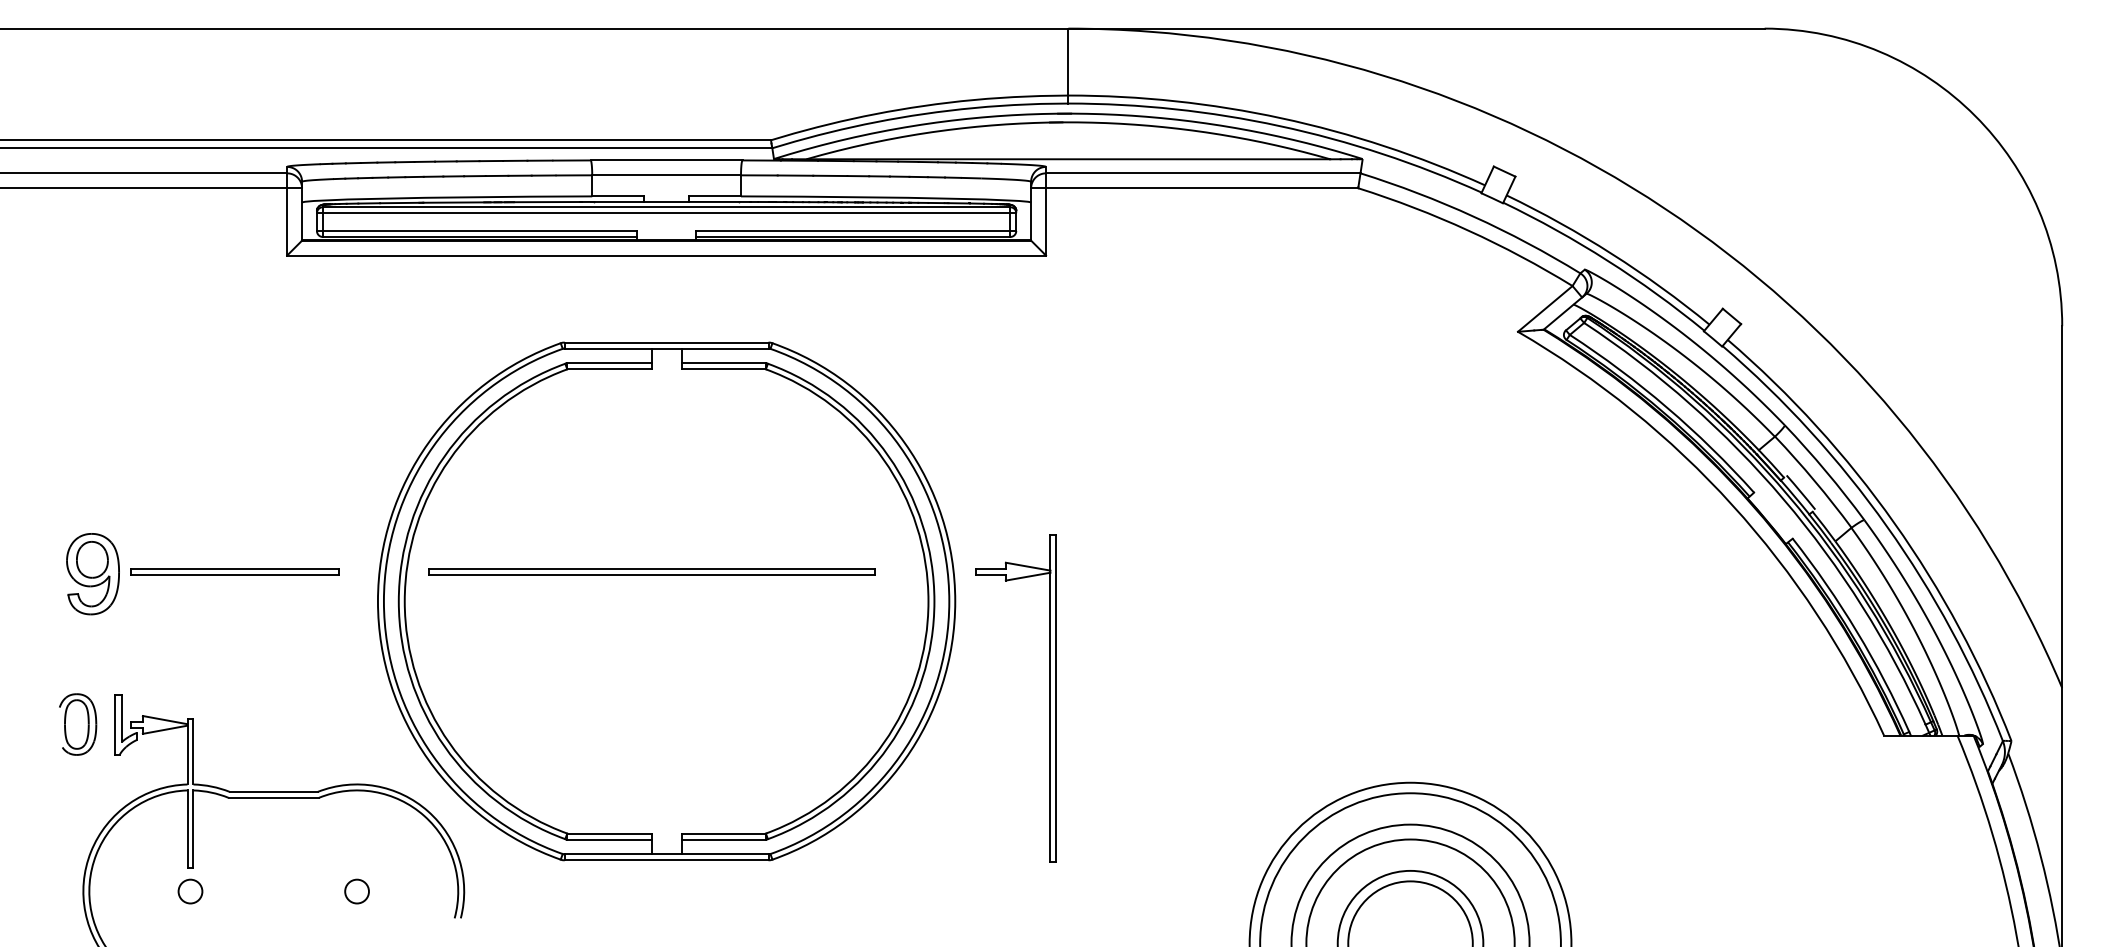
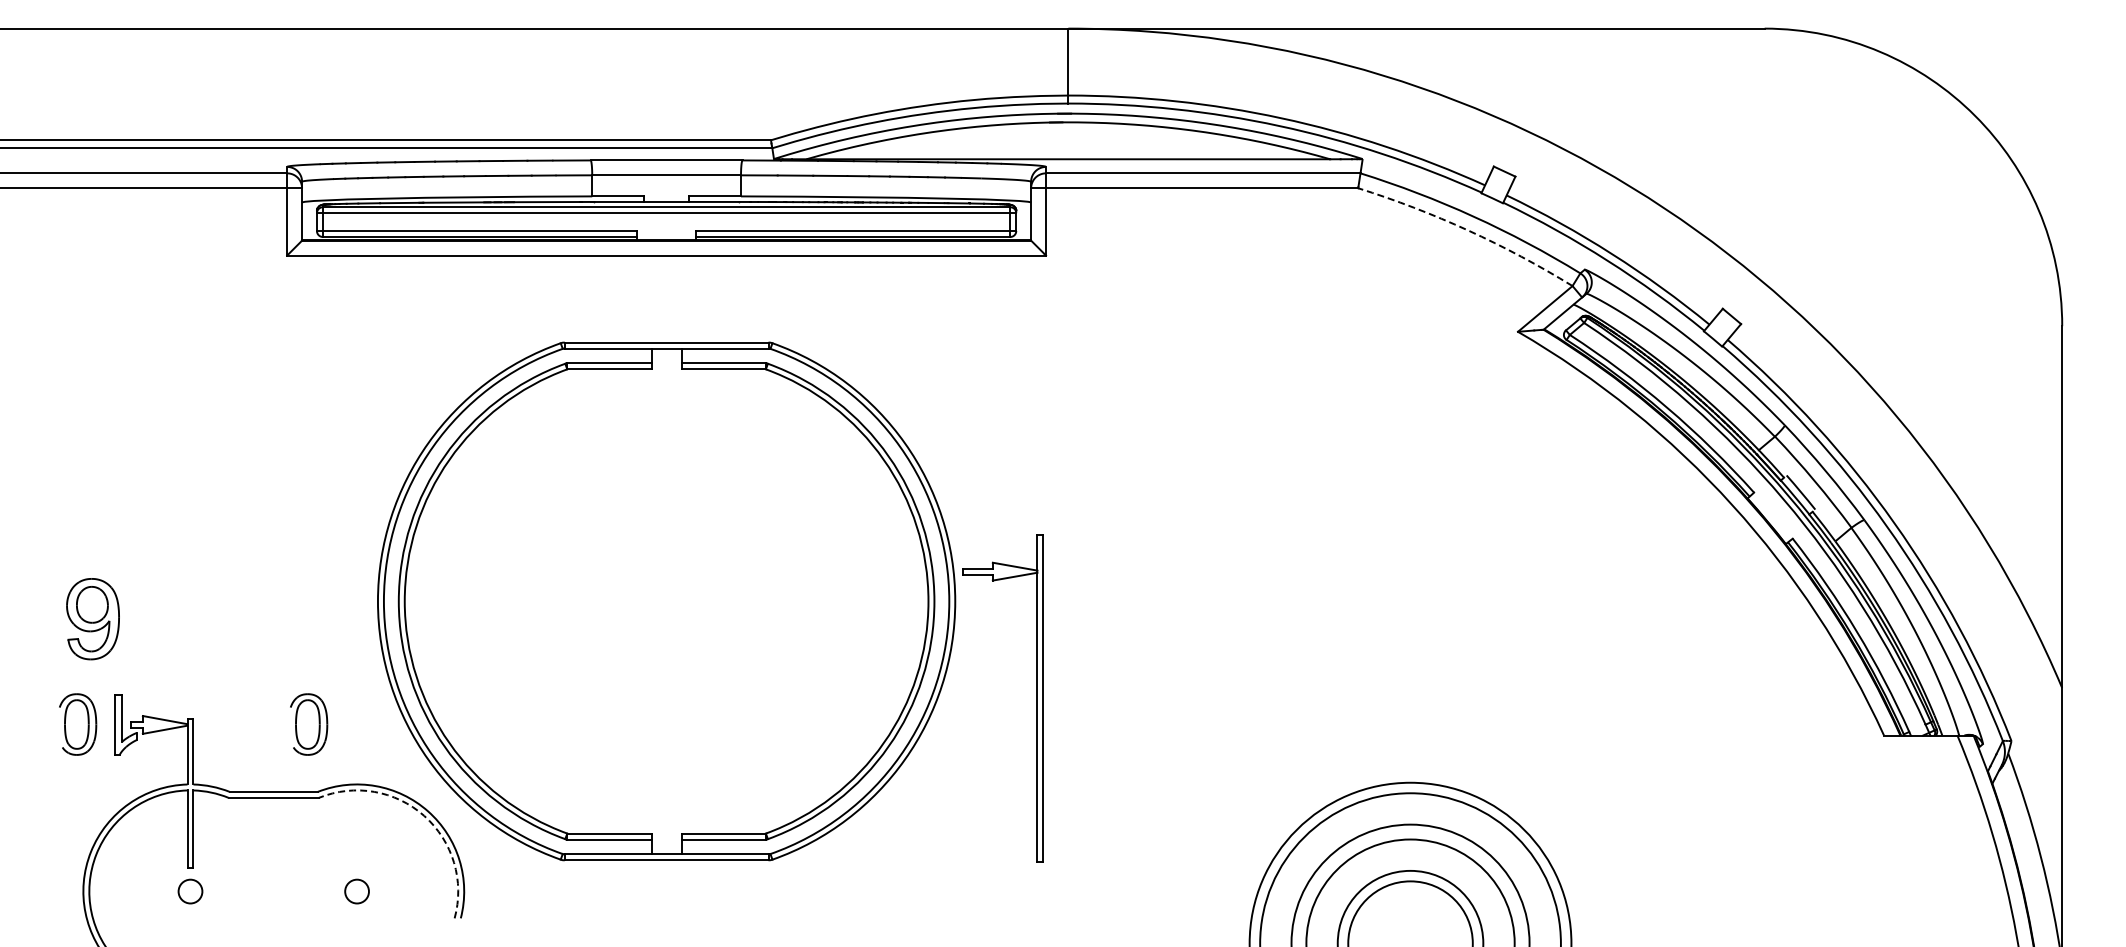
arc at (1468, 230): solid -> dashed
part at (234, 571): present -> none
part at (651, 571): present -> none
part at (92, 574) position: (92, 574) -> (92, 619)
part at (1049, 698) position: (1049, 698) -> (1036, 698)
part at (309, 724): none -> present
arc at (424, 815): solid -> dashed
